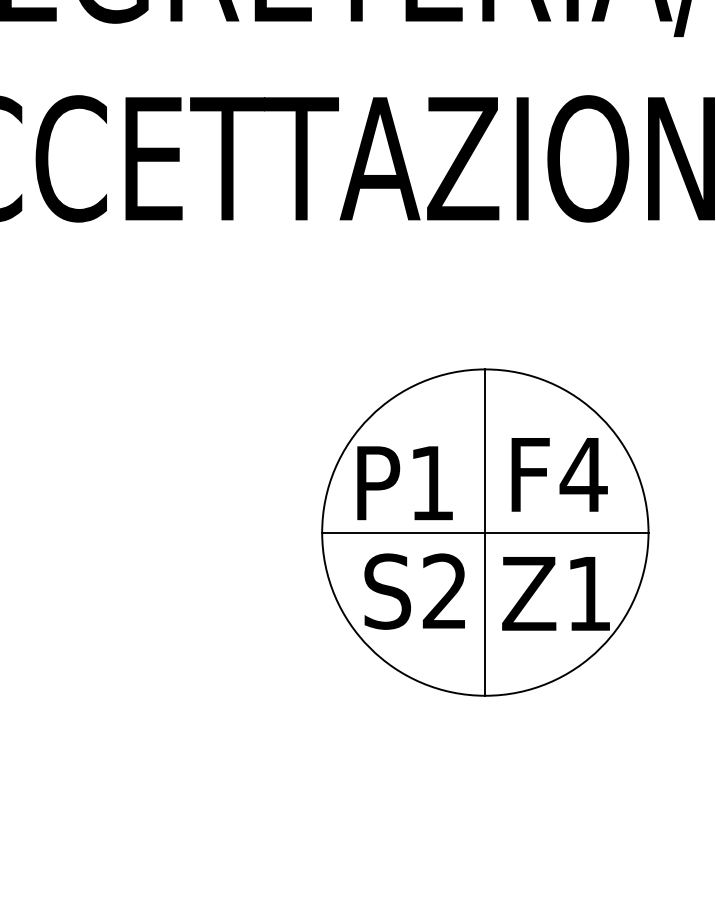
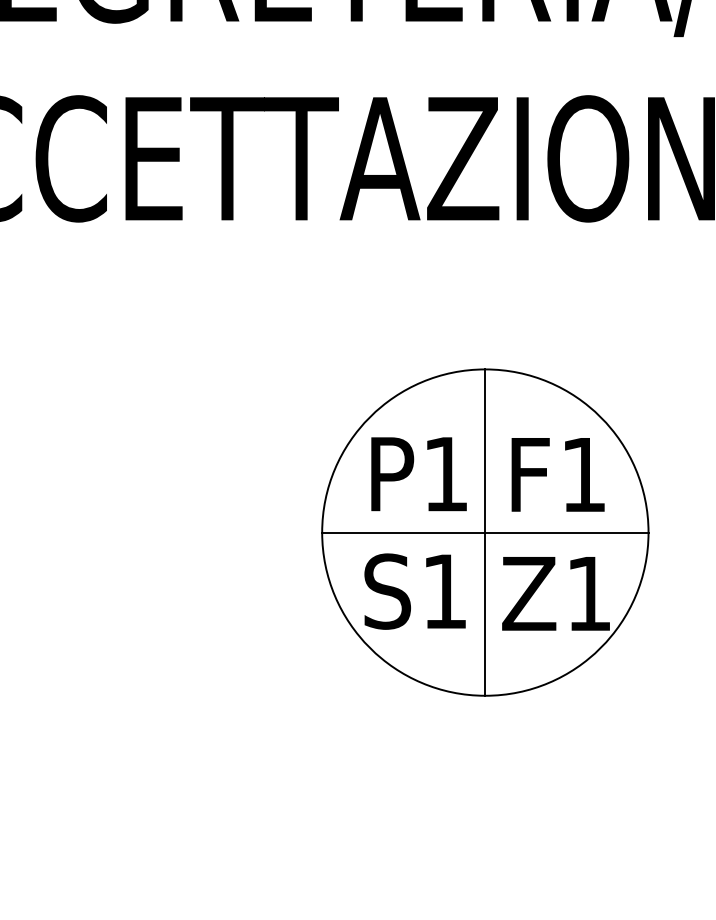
text at (583, 474): F4 -> F1
text at (404, 483) position: (404, 483) -> (418, 474)
text at (443, 590): S2 -> S1
